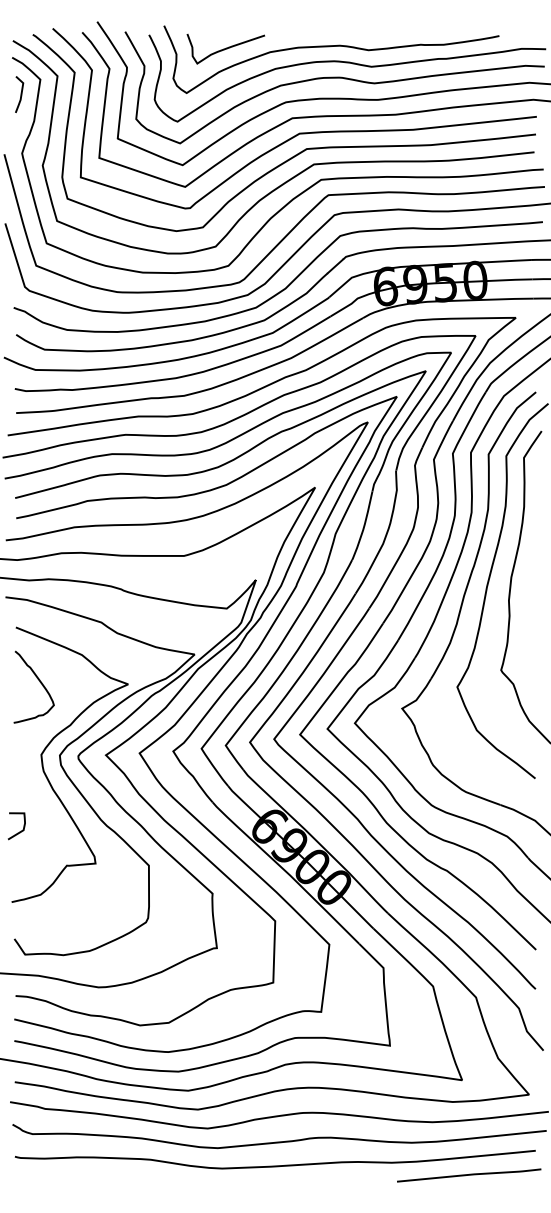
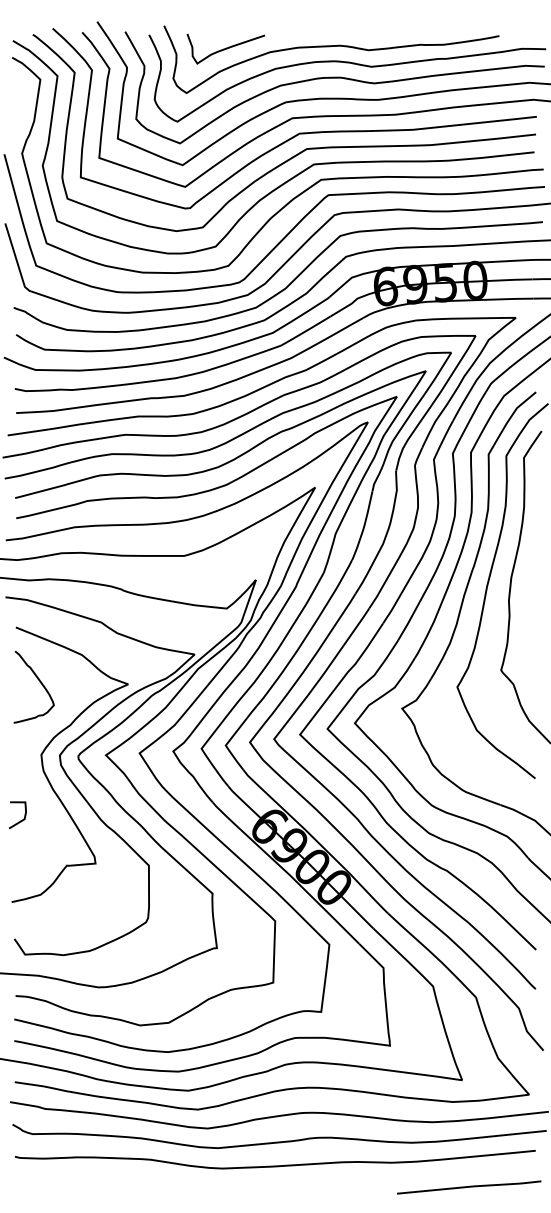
line at (20, 94): present -> none
curve at (19, 831) position: (19, 831) -> (20, 820)
curve at (469, 1175) position: (469, 1175) -> (469, 1187)
